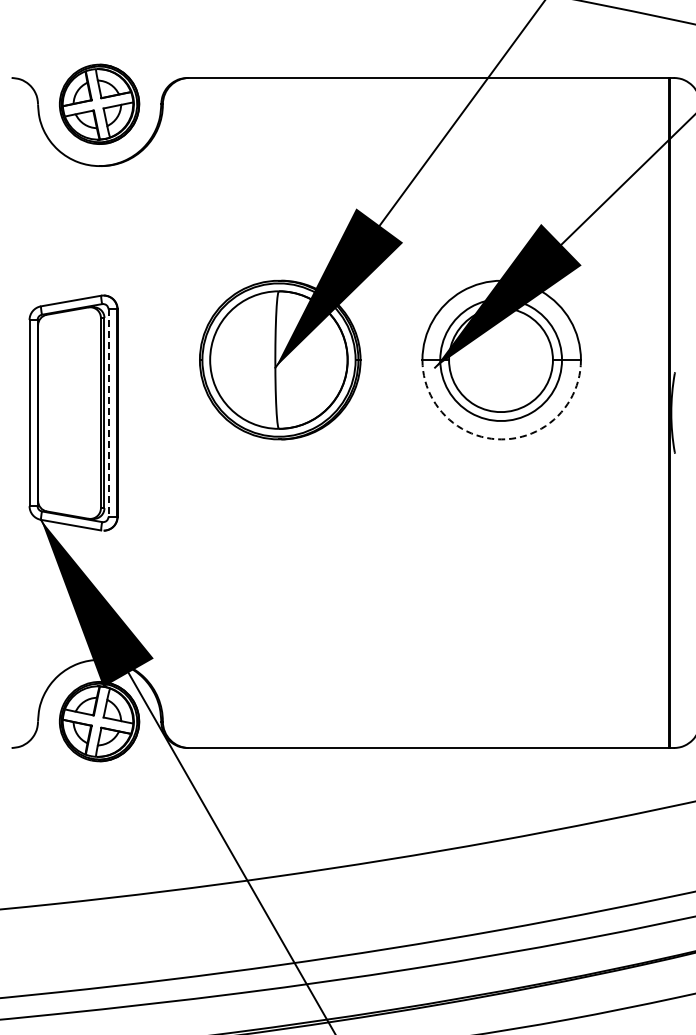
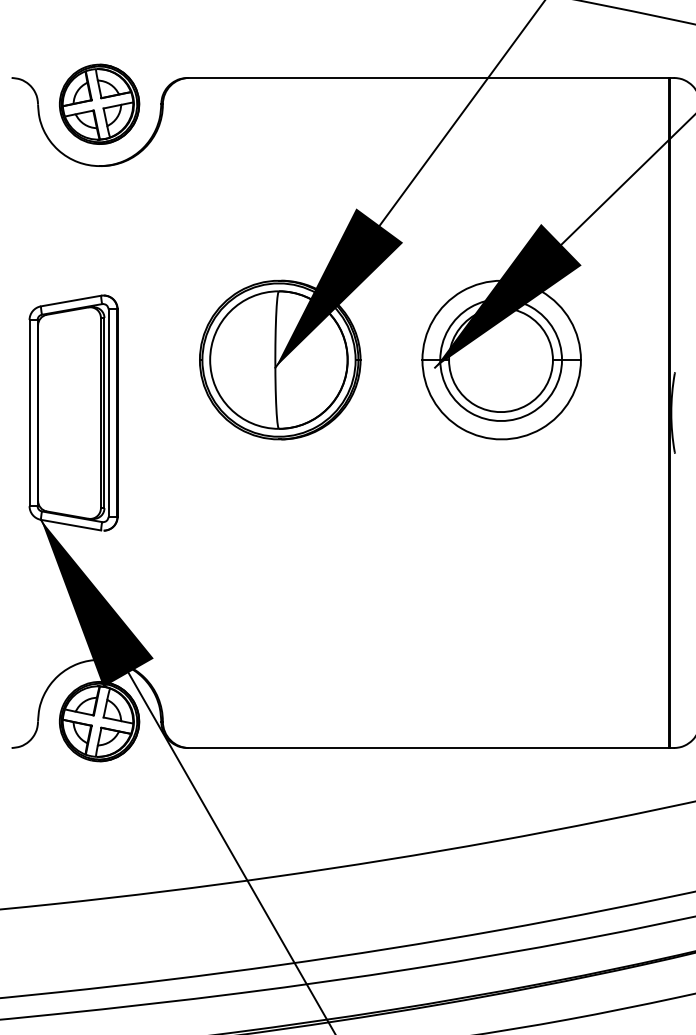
line at (108, 413): dashed -> solid
arc at (501, 439): dashed -> solid
